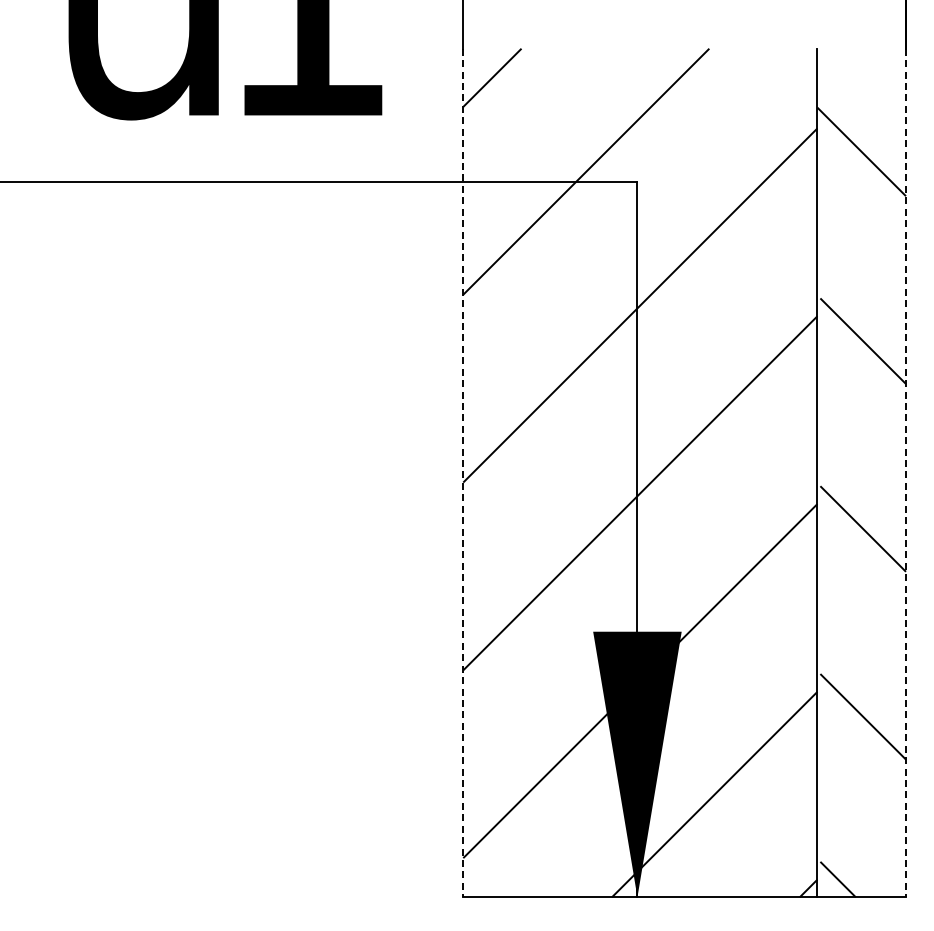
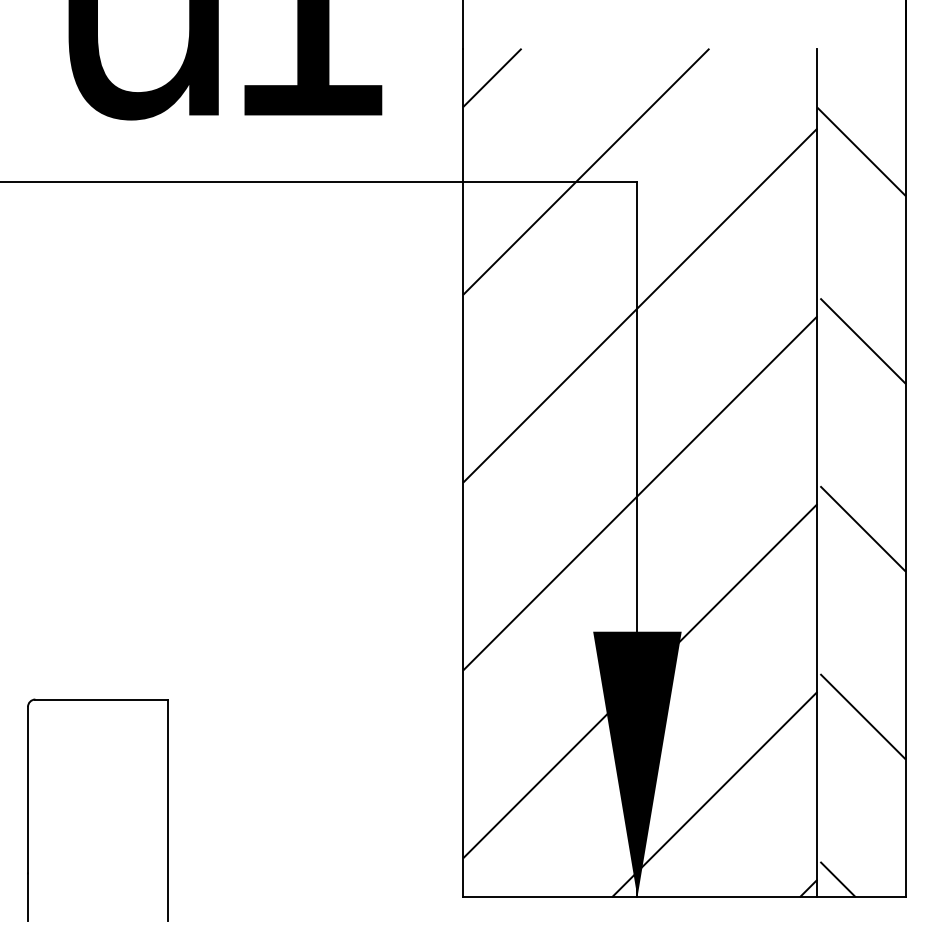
line at (463, 473): dashed -> solid
line at (905, 473): dashed -> solid
part at (28, 809): none -> present
